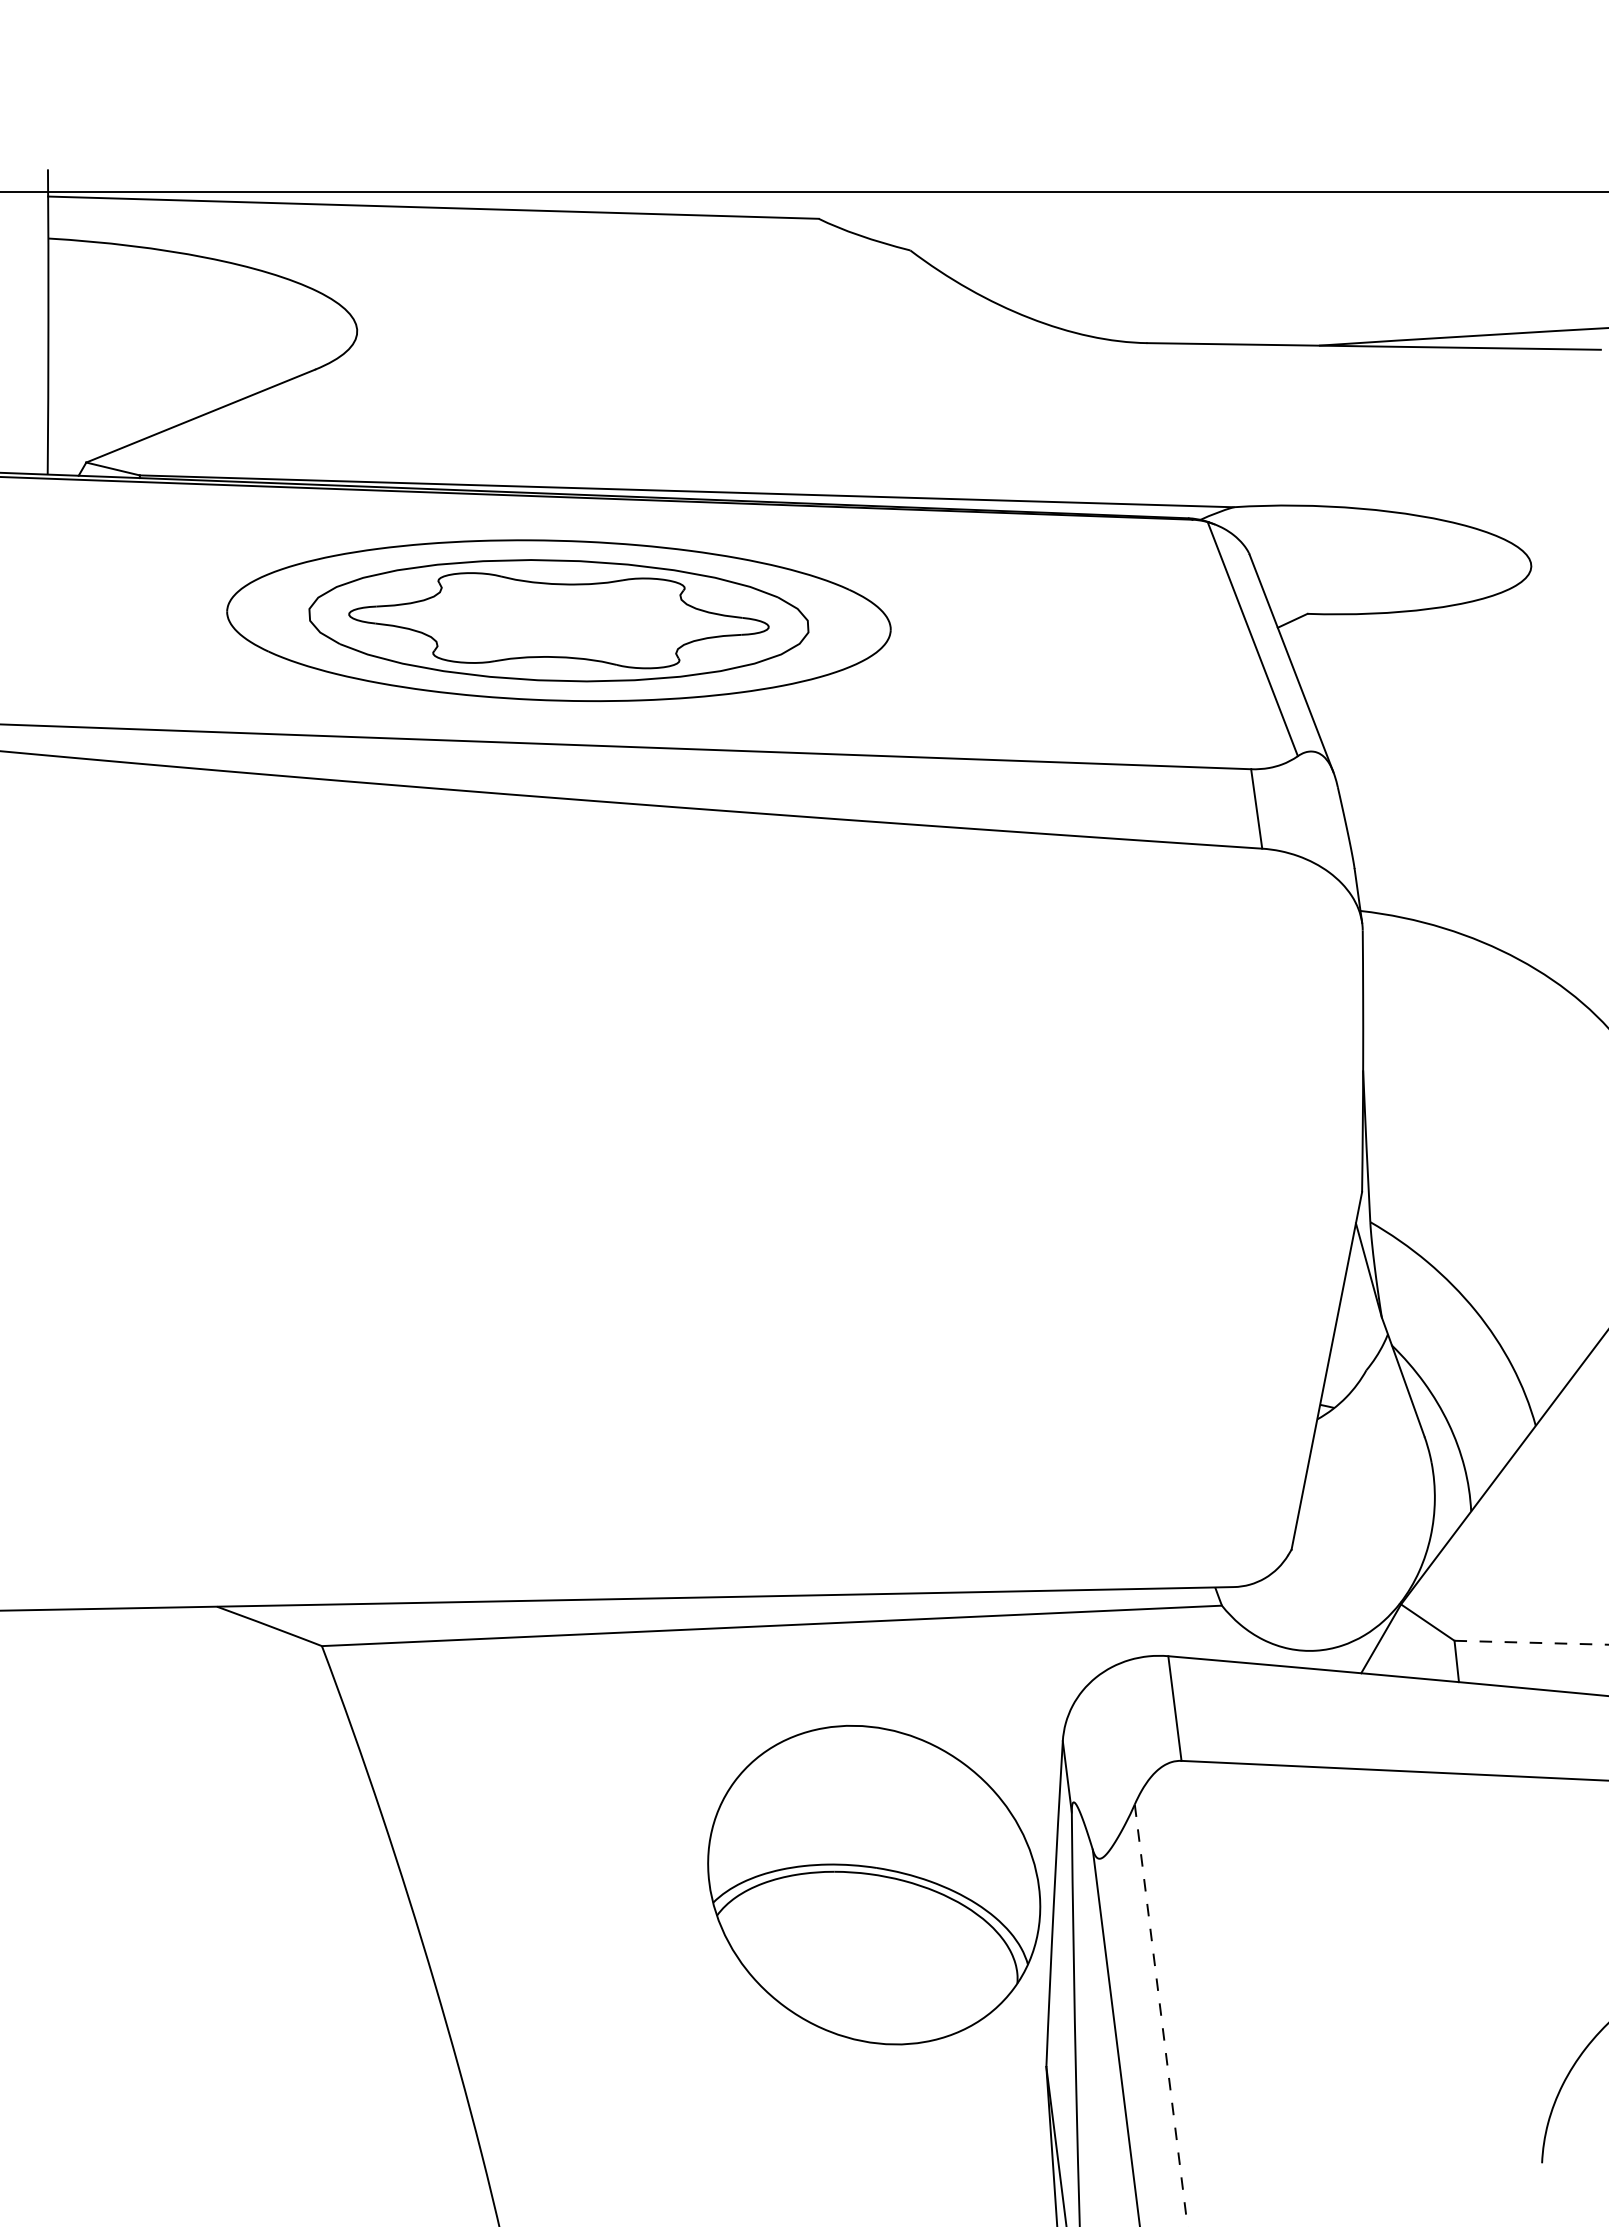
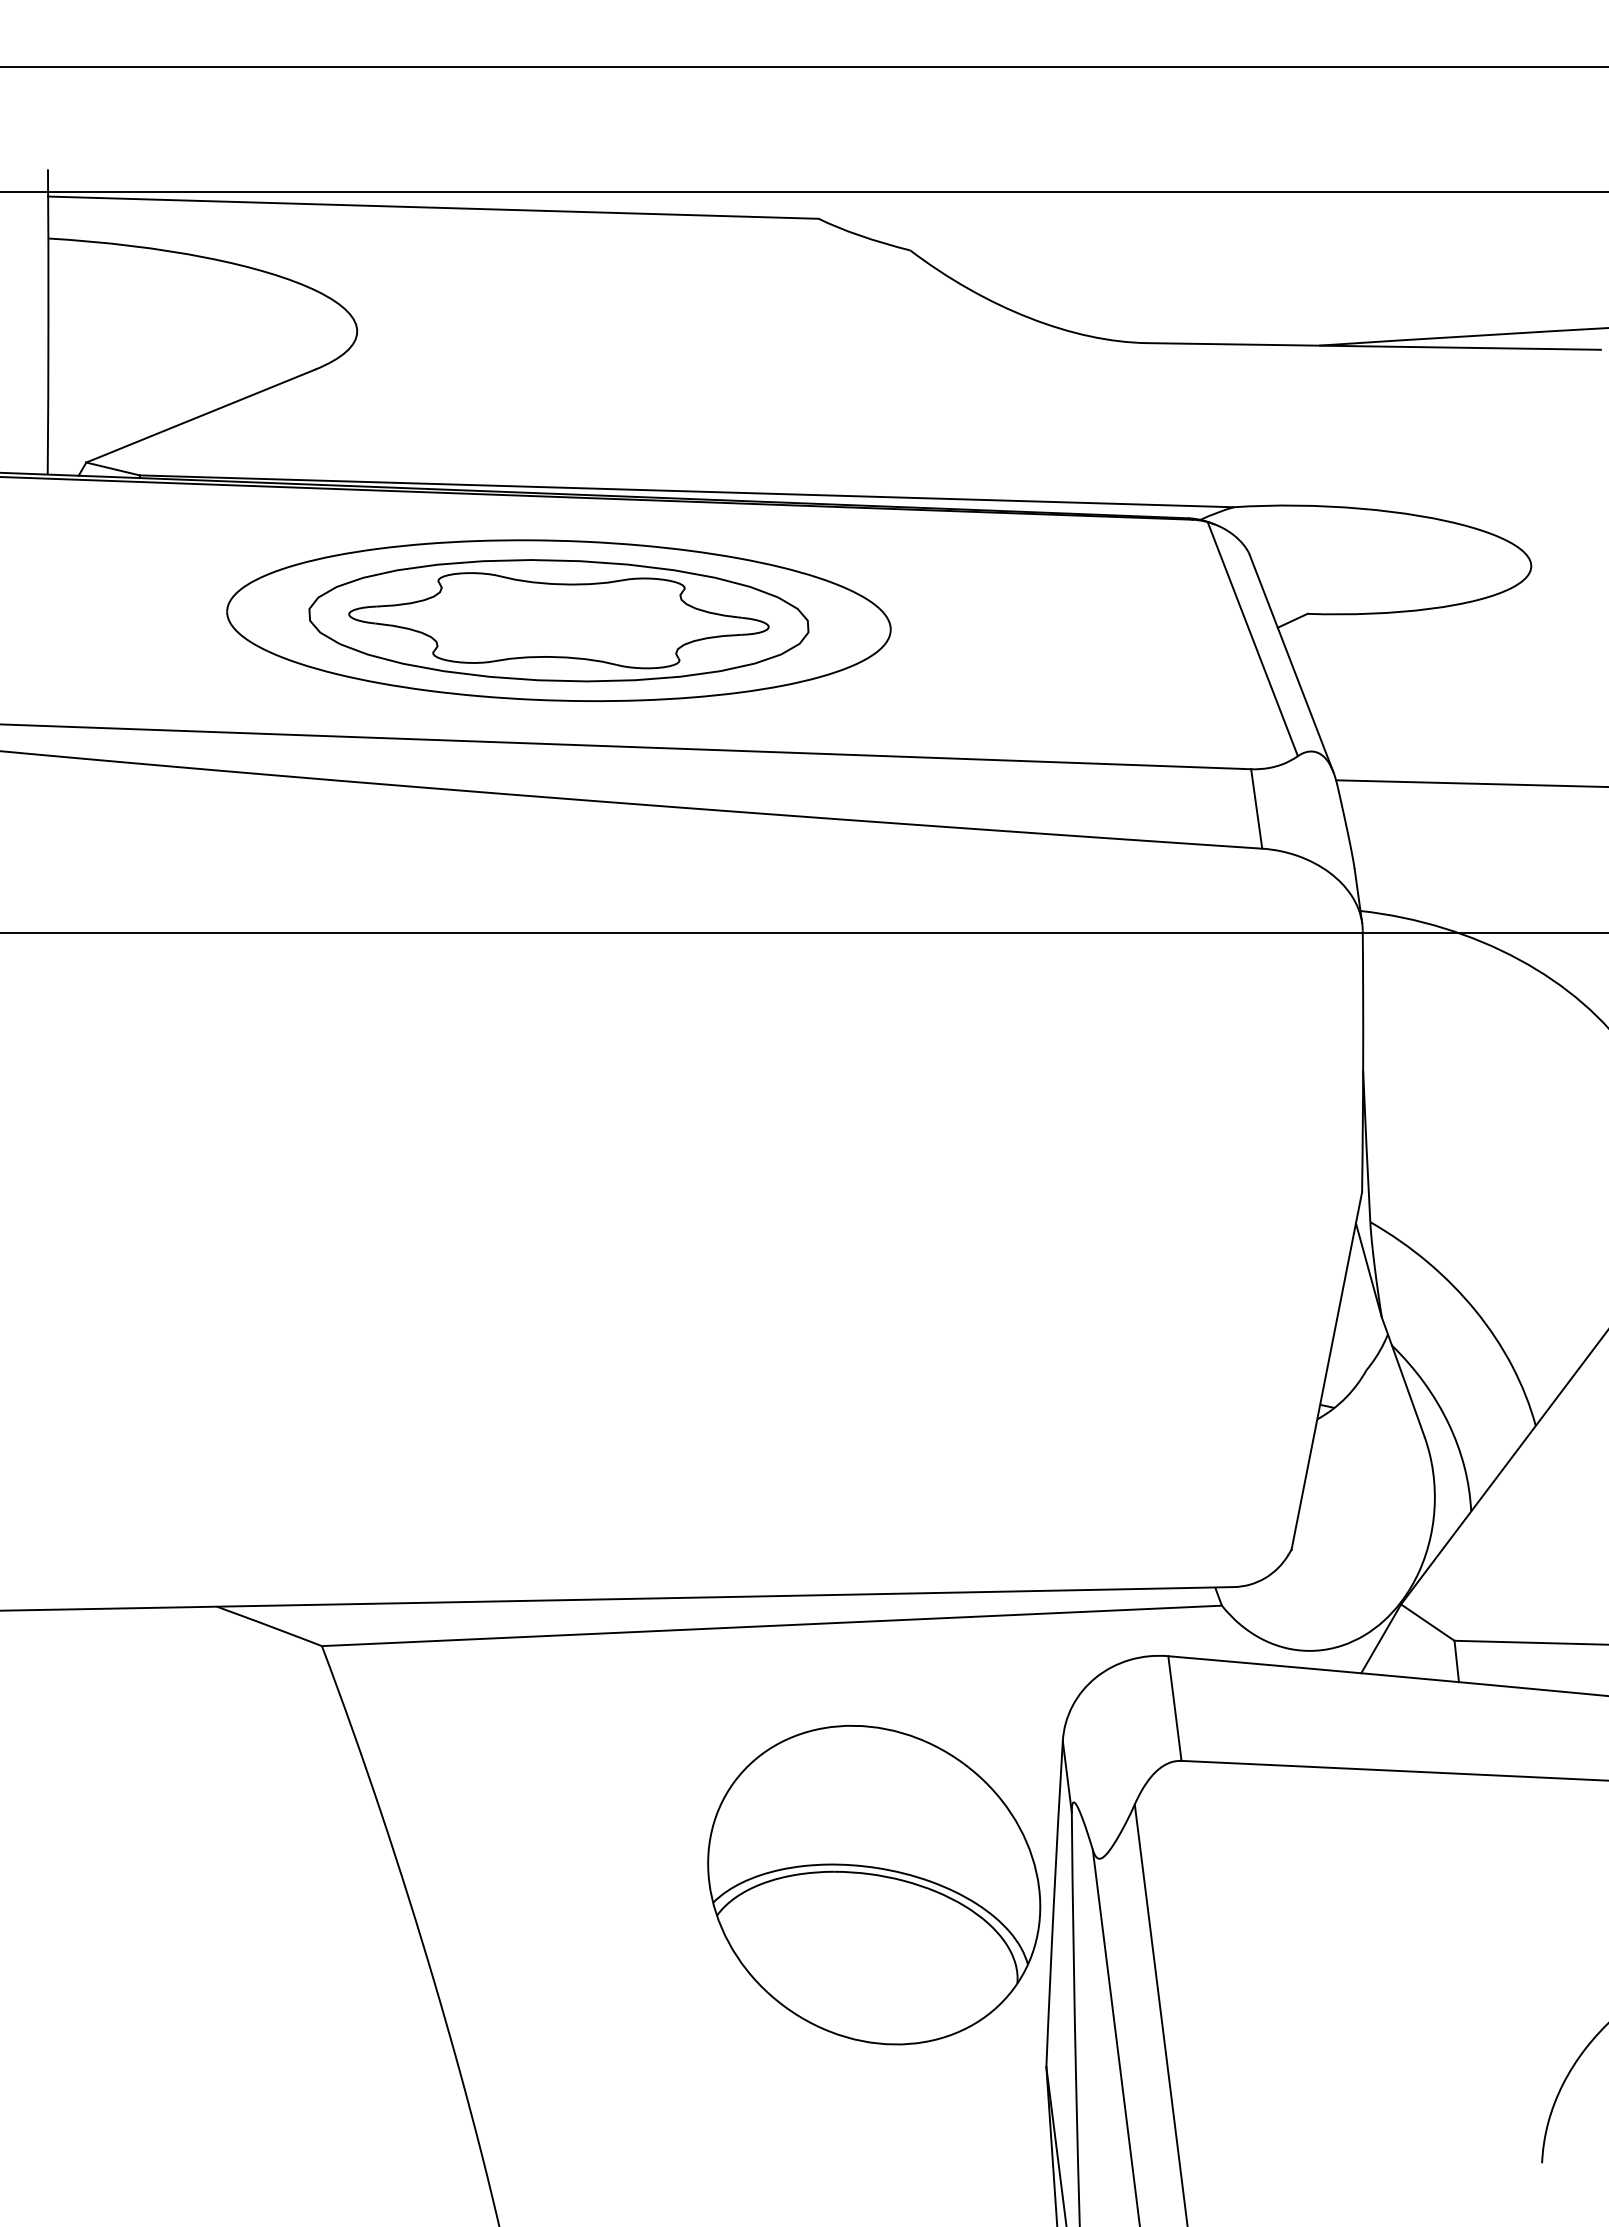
line at (803, 66): none -> present
line at (1470, 783): none -> present
line at (803, 933): none -> present
line at (1531, 1642): dashed -> solid
line at (1161, 2015): dashed -> solid
